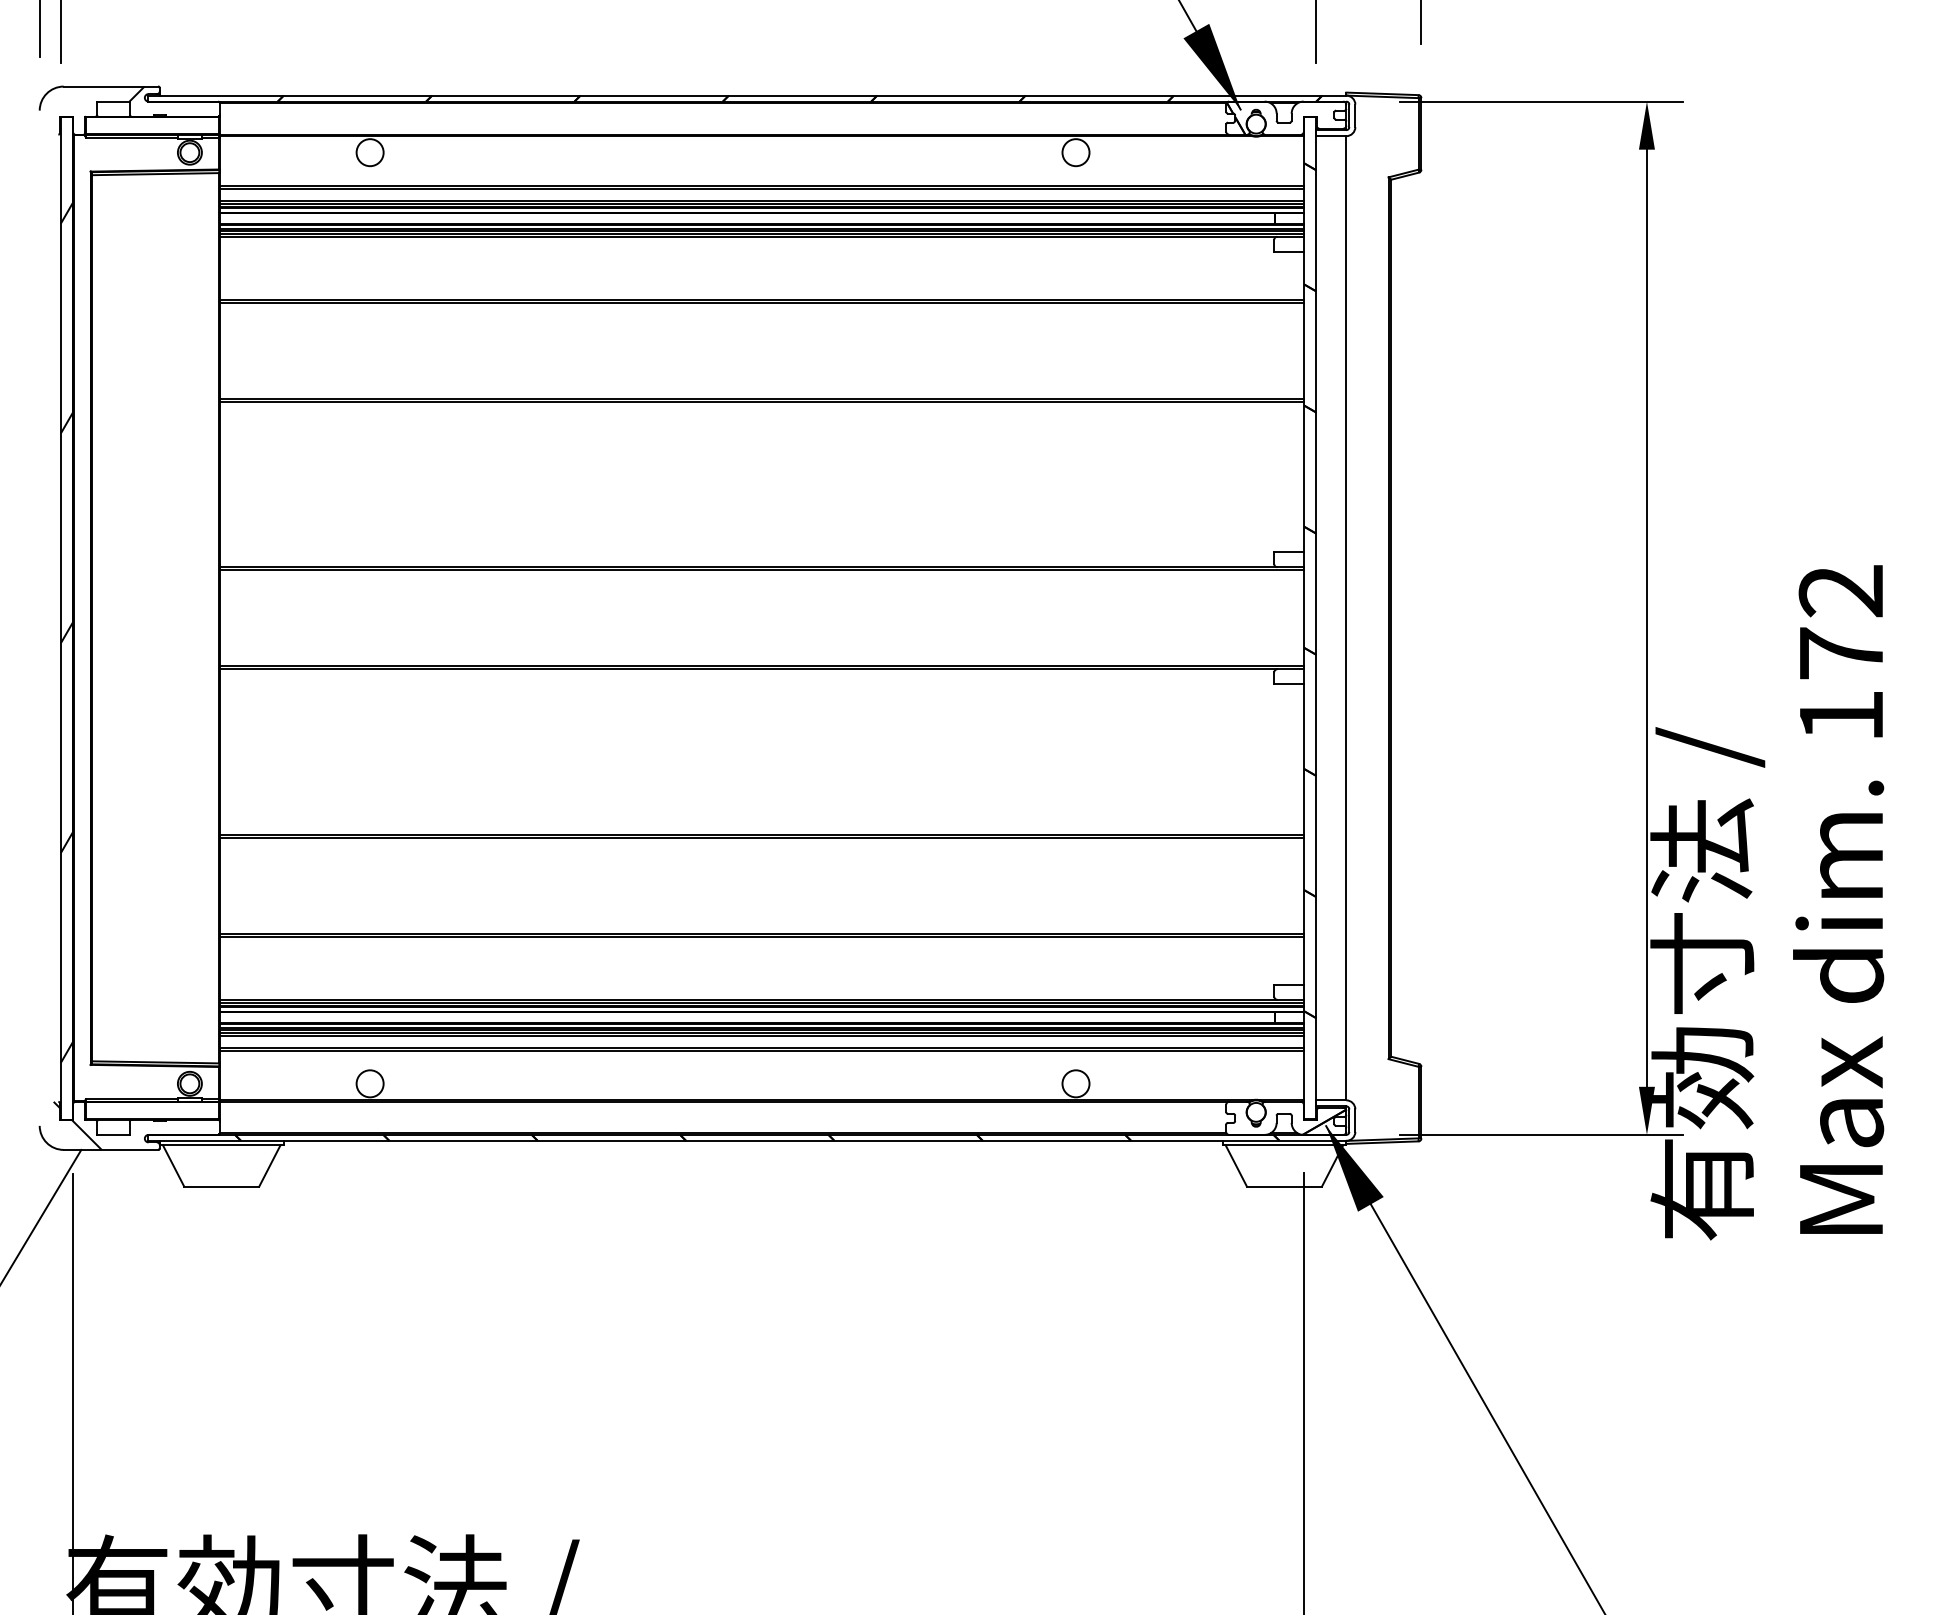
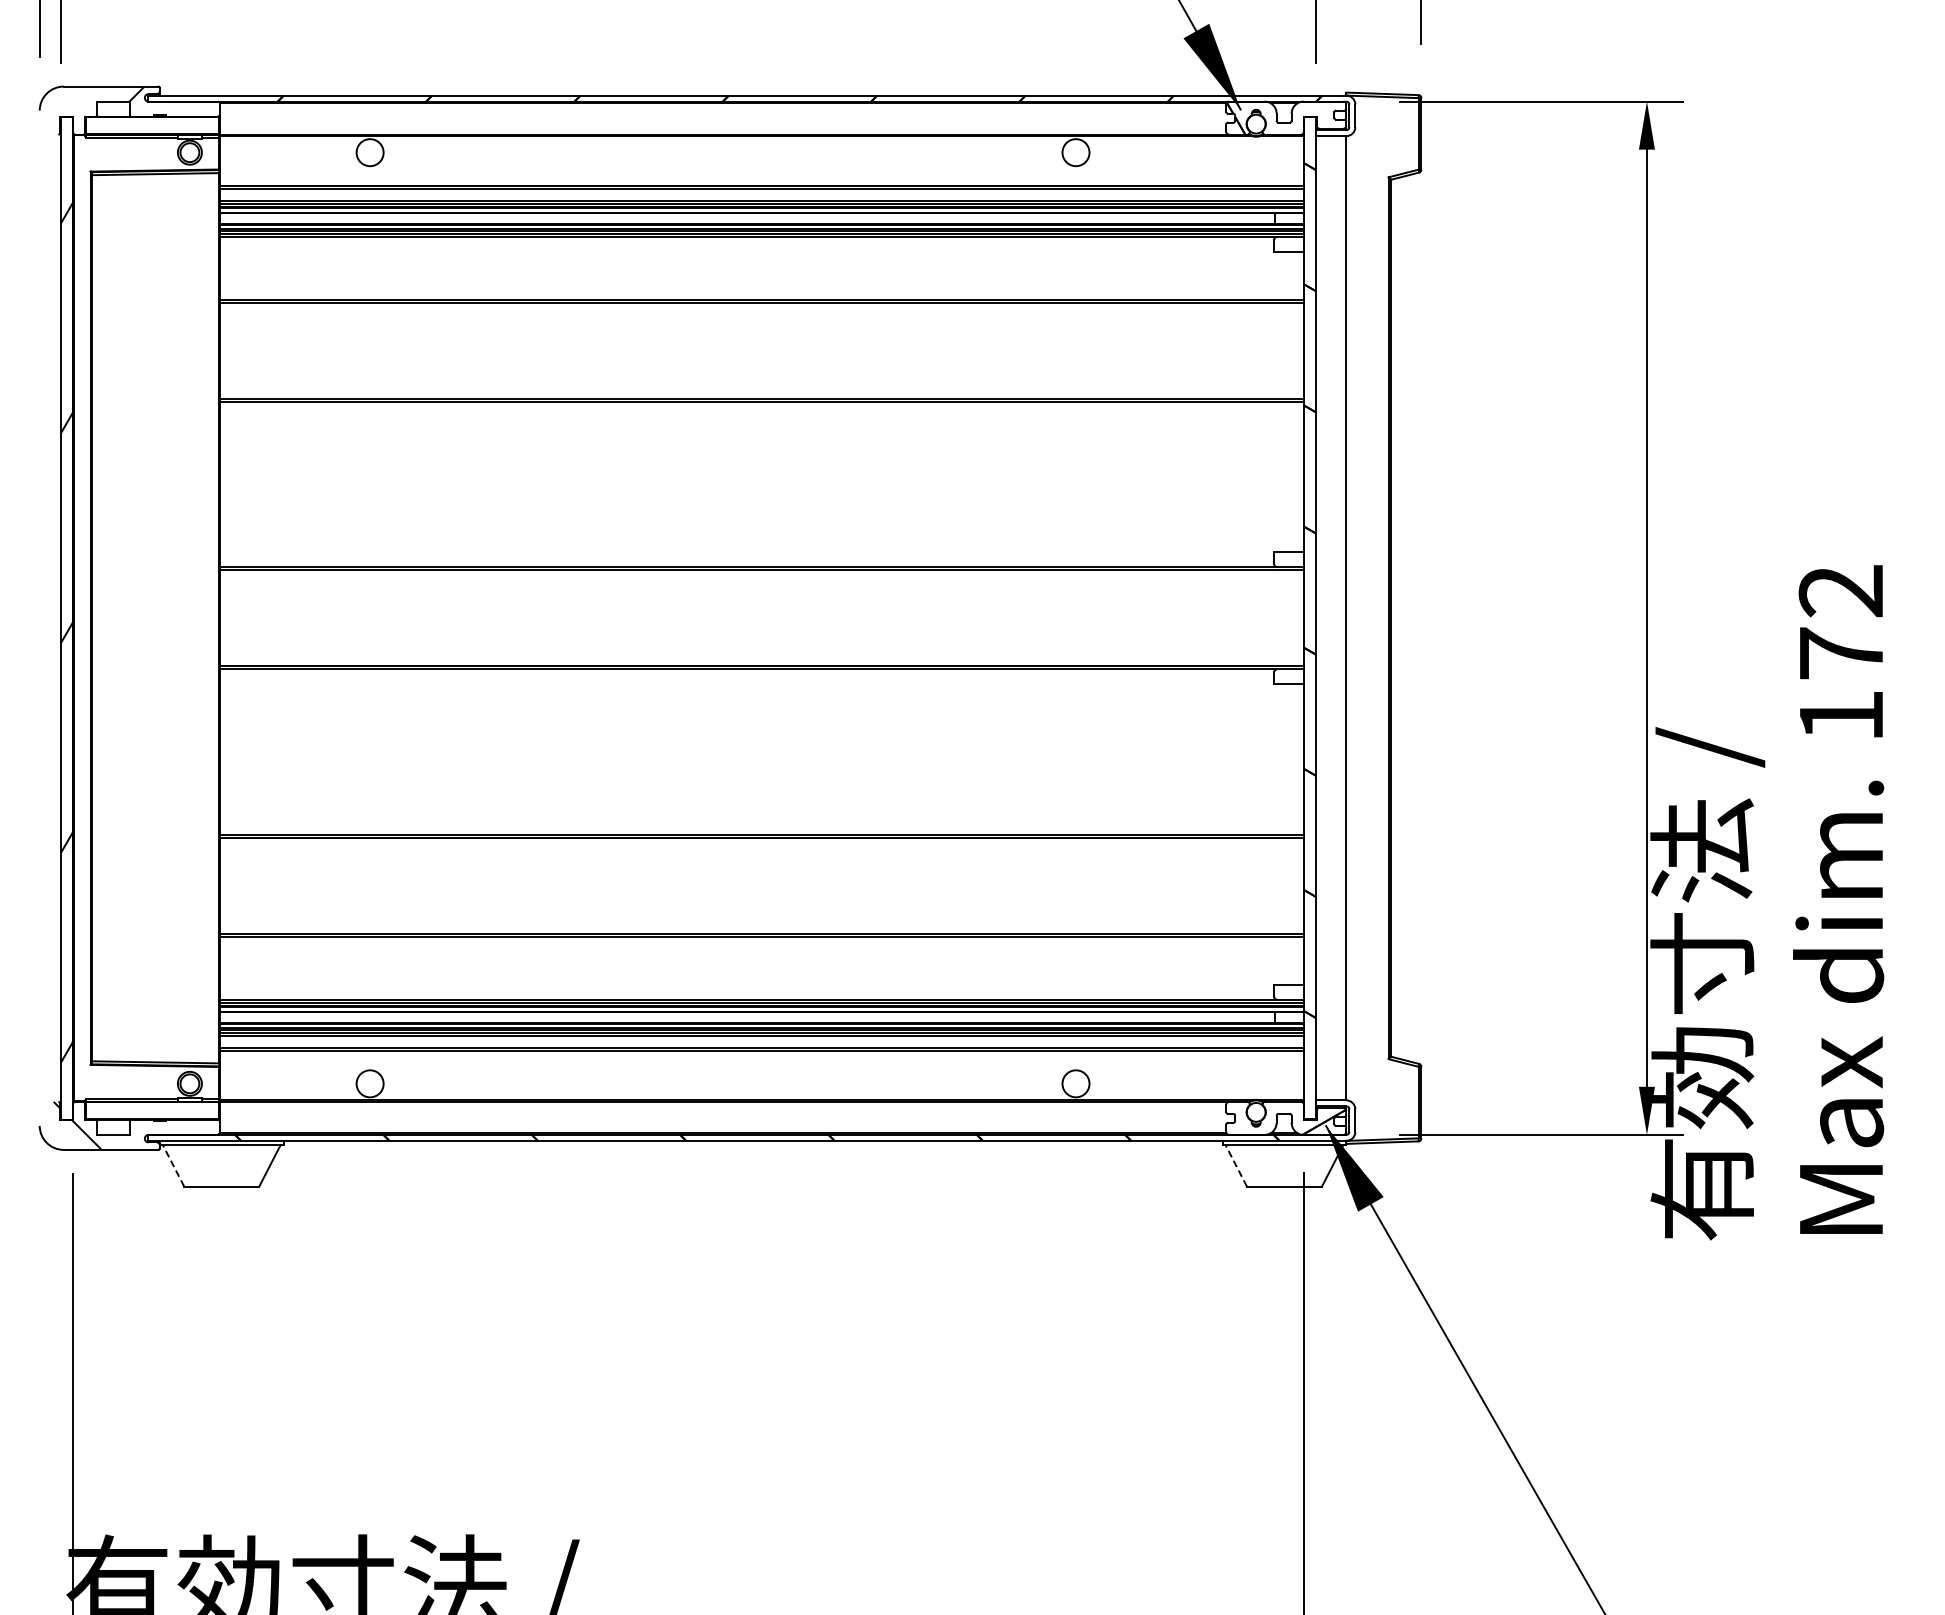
line at (173, 1165): solid -> dashed
line at (1236, 1165): solid -> dashed
line at (41, 1215): present -> none
